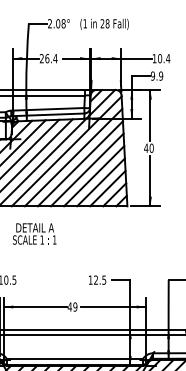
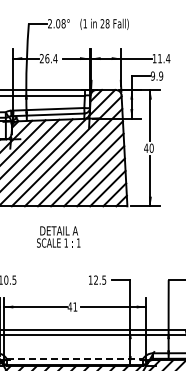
text at (160, 58): 10.4 -> 11.4
text at (34, 233) position: (34, 233) -> (58, 236)
text at (75, 306): 49 -> 41
line at (74, 359): solid -> dashed
